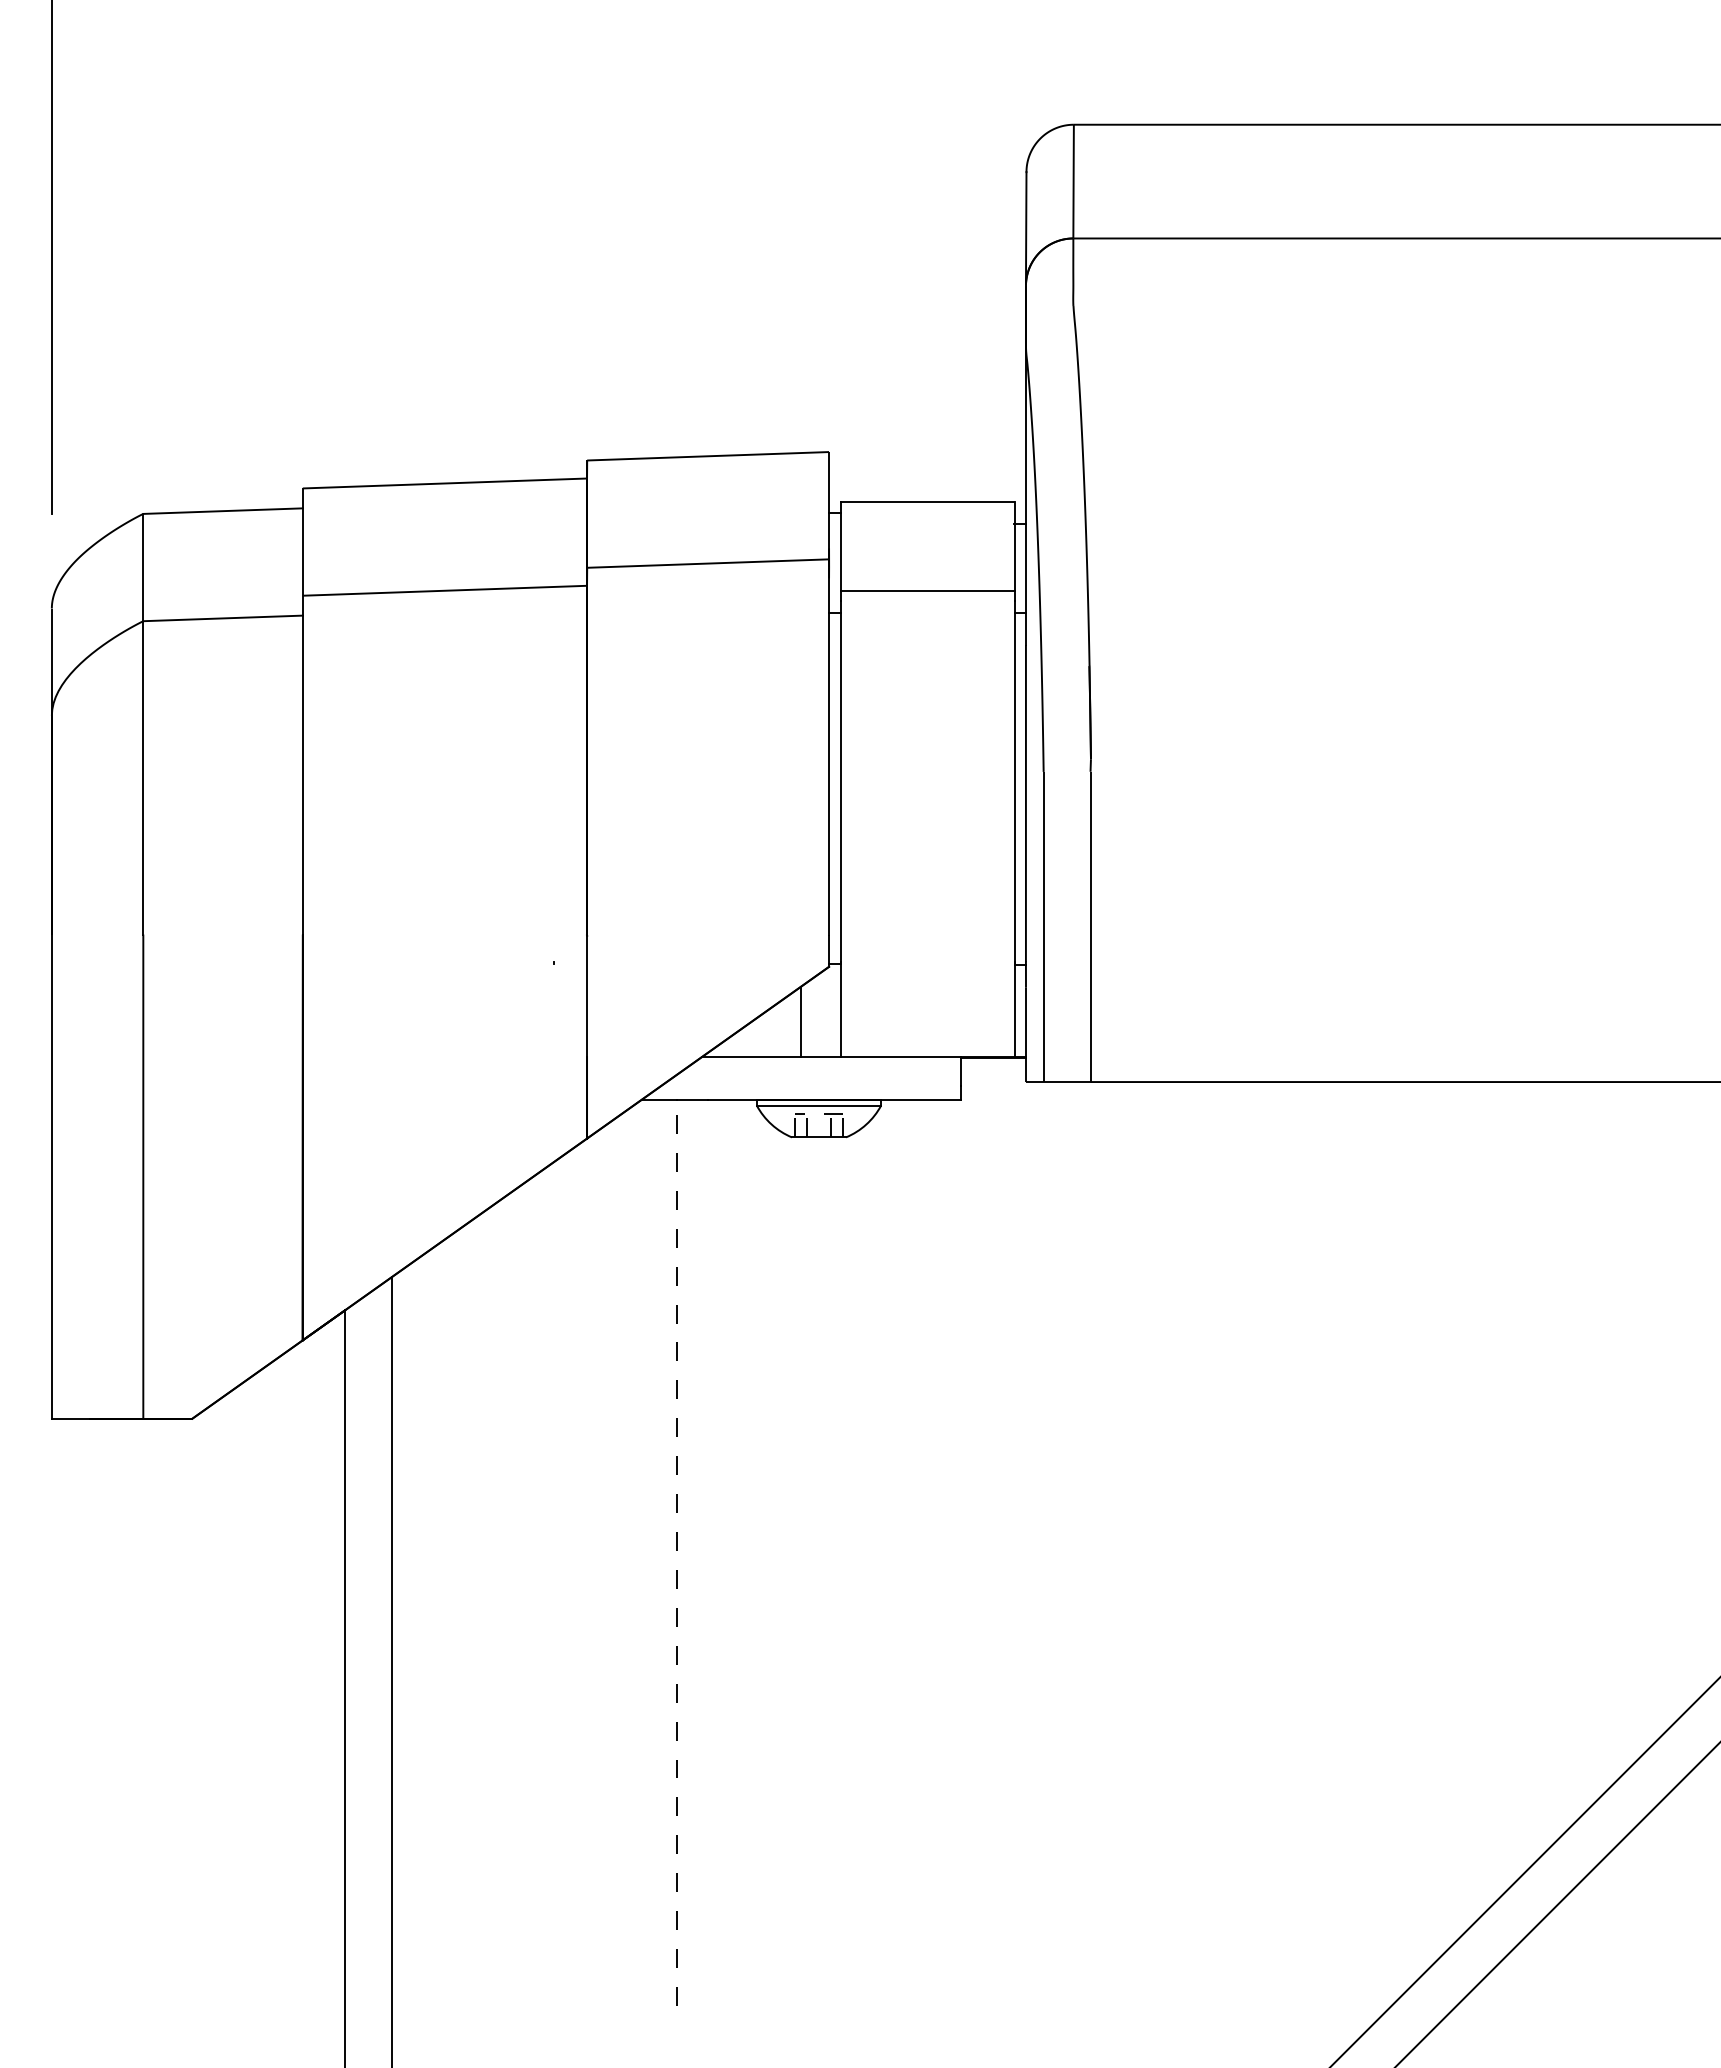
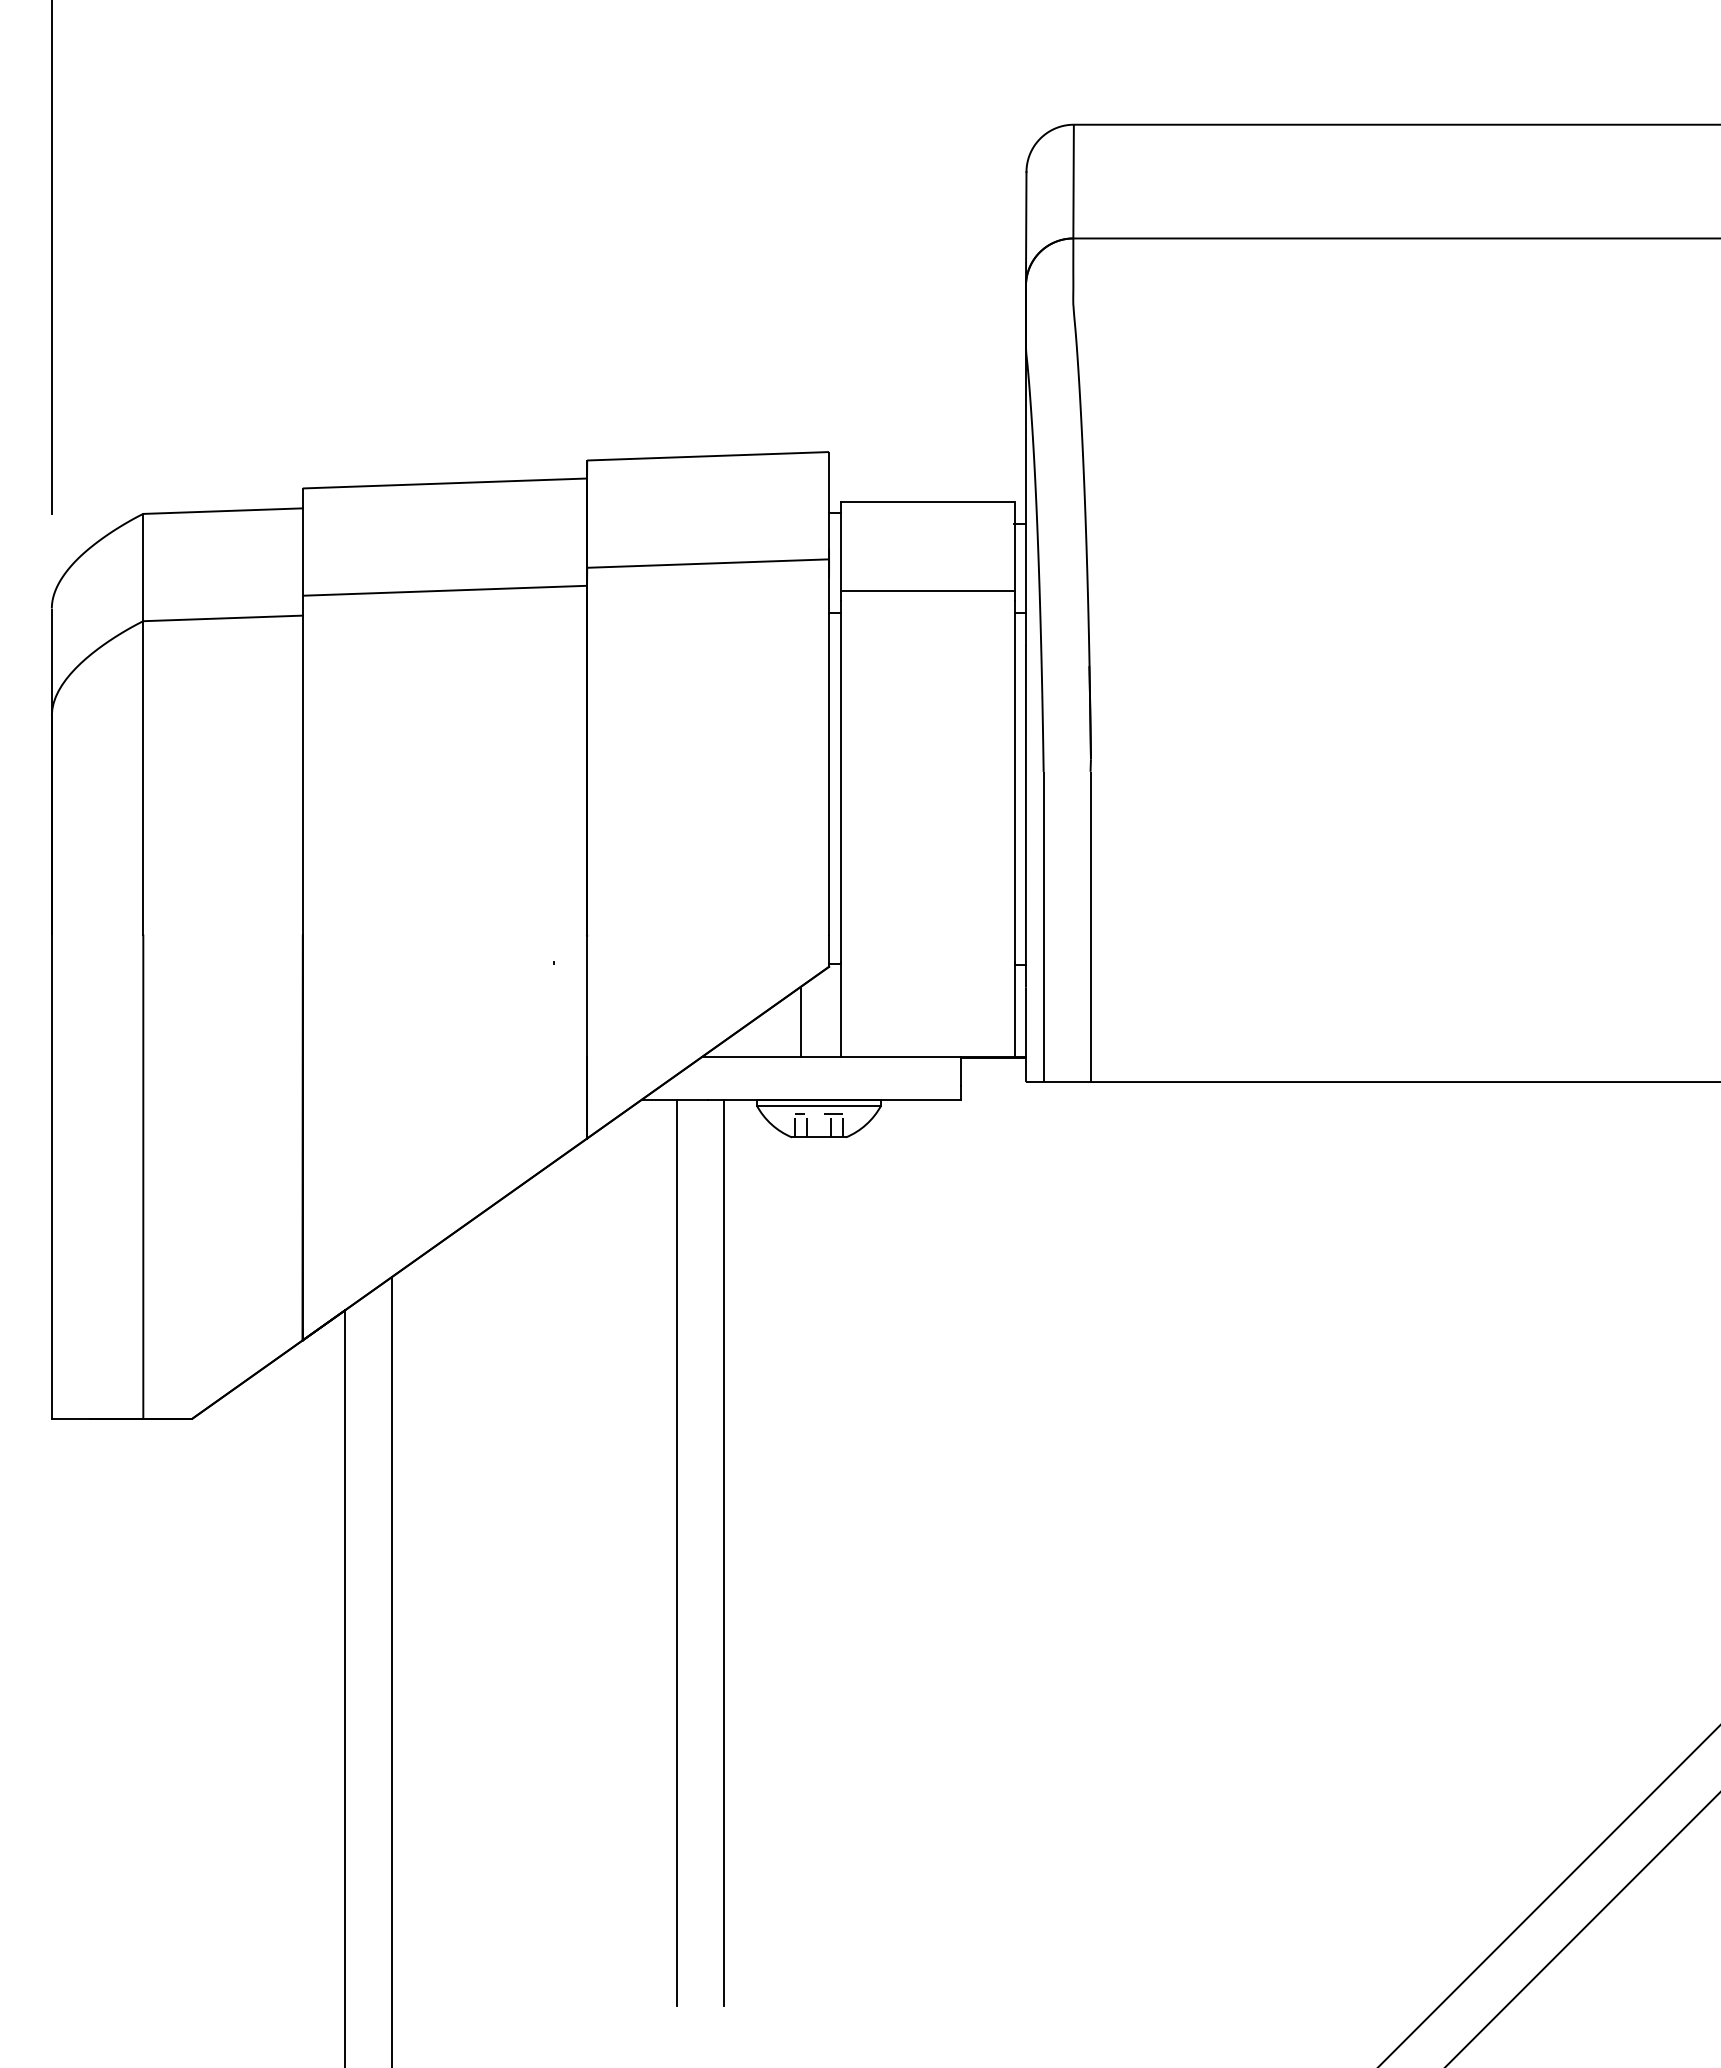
line at (676, 1552): dashed -> solid
line at (724, 1552): none -> present
line at (1525, 1871) position: (1525, 1871) -> (1549, 1895)
line at (1557, 1904) position: (1557, 1904) -> (1582, 1929)
